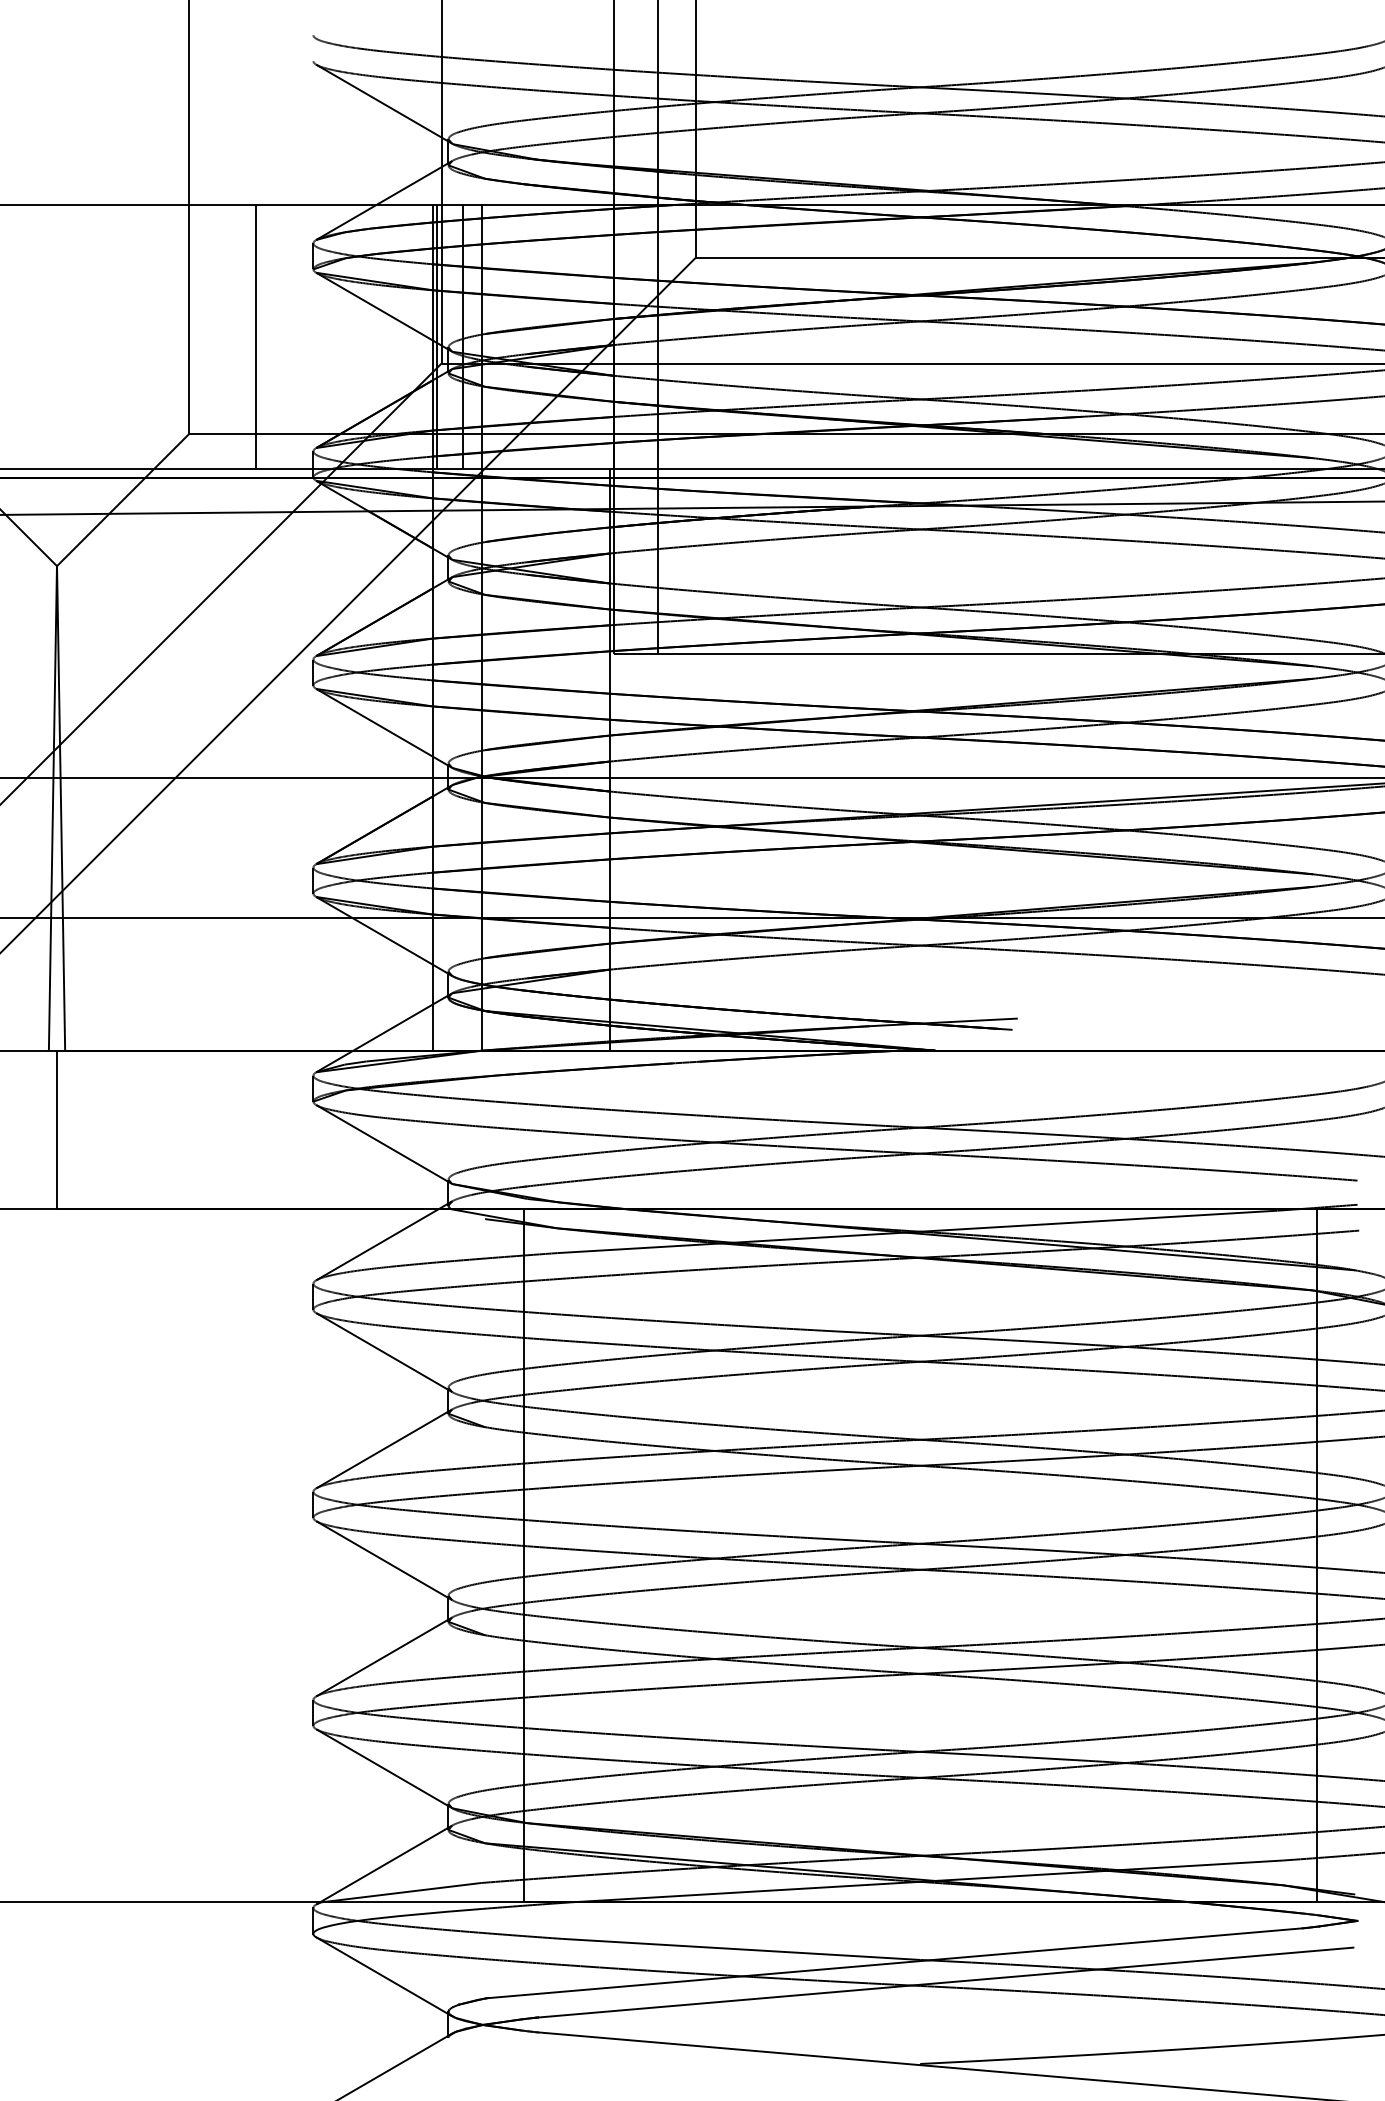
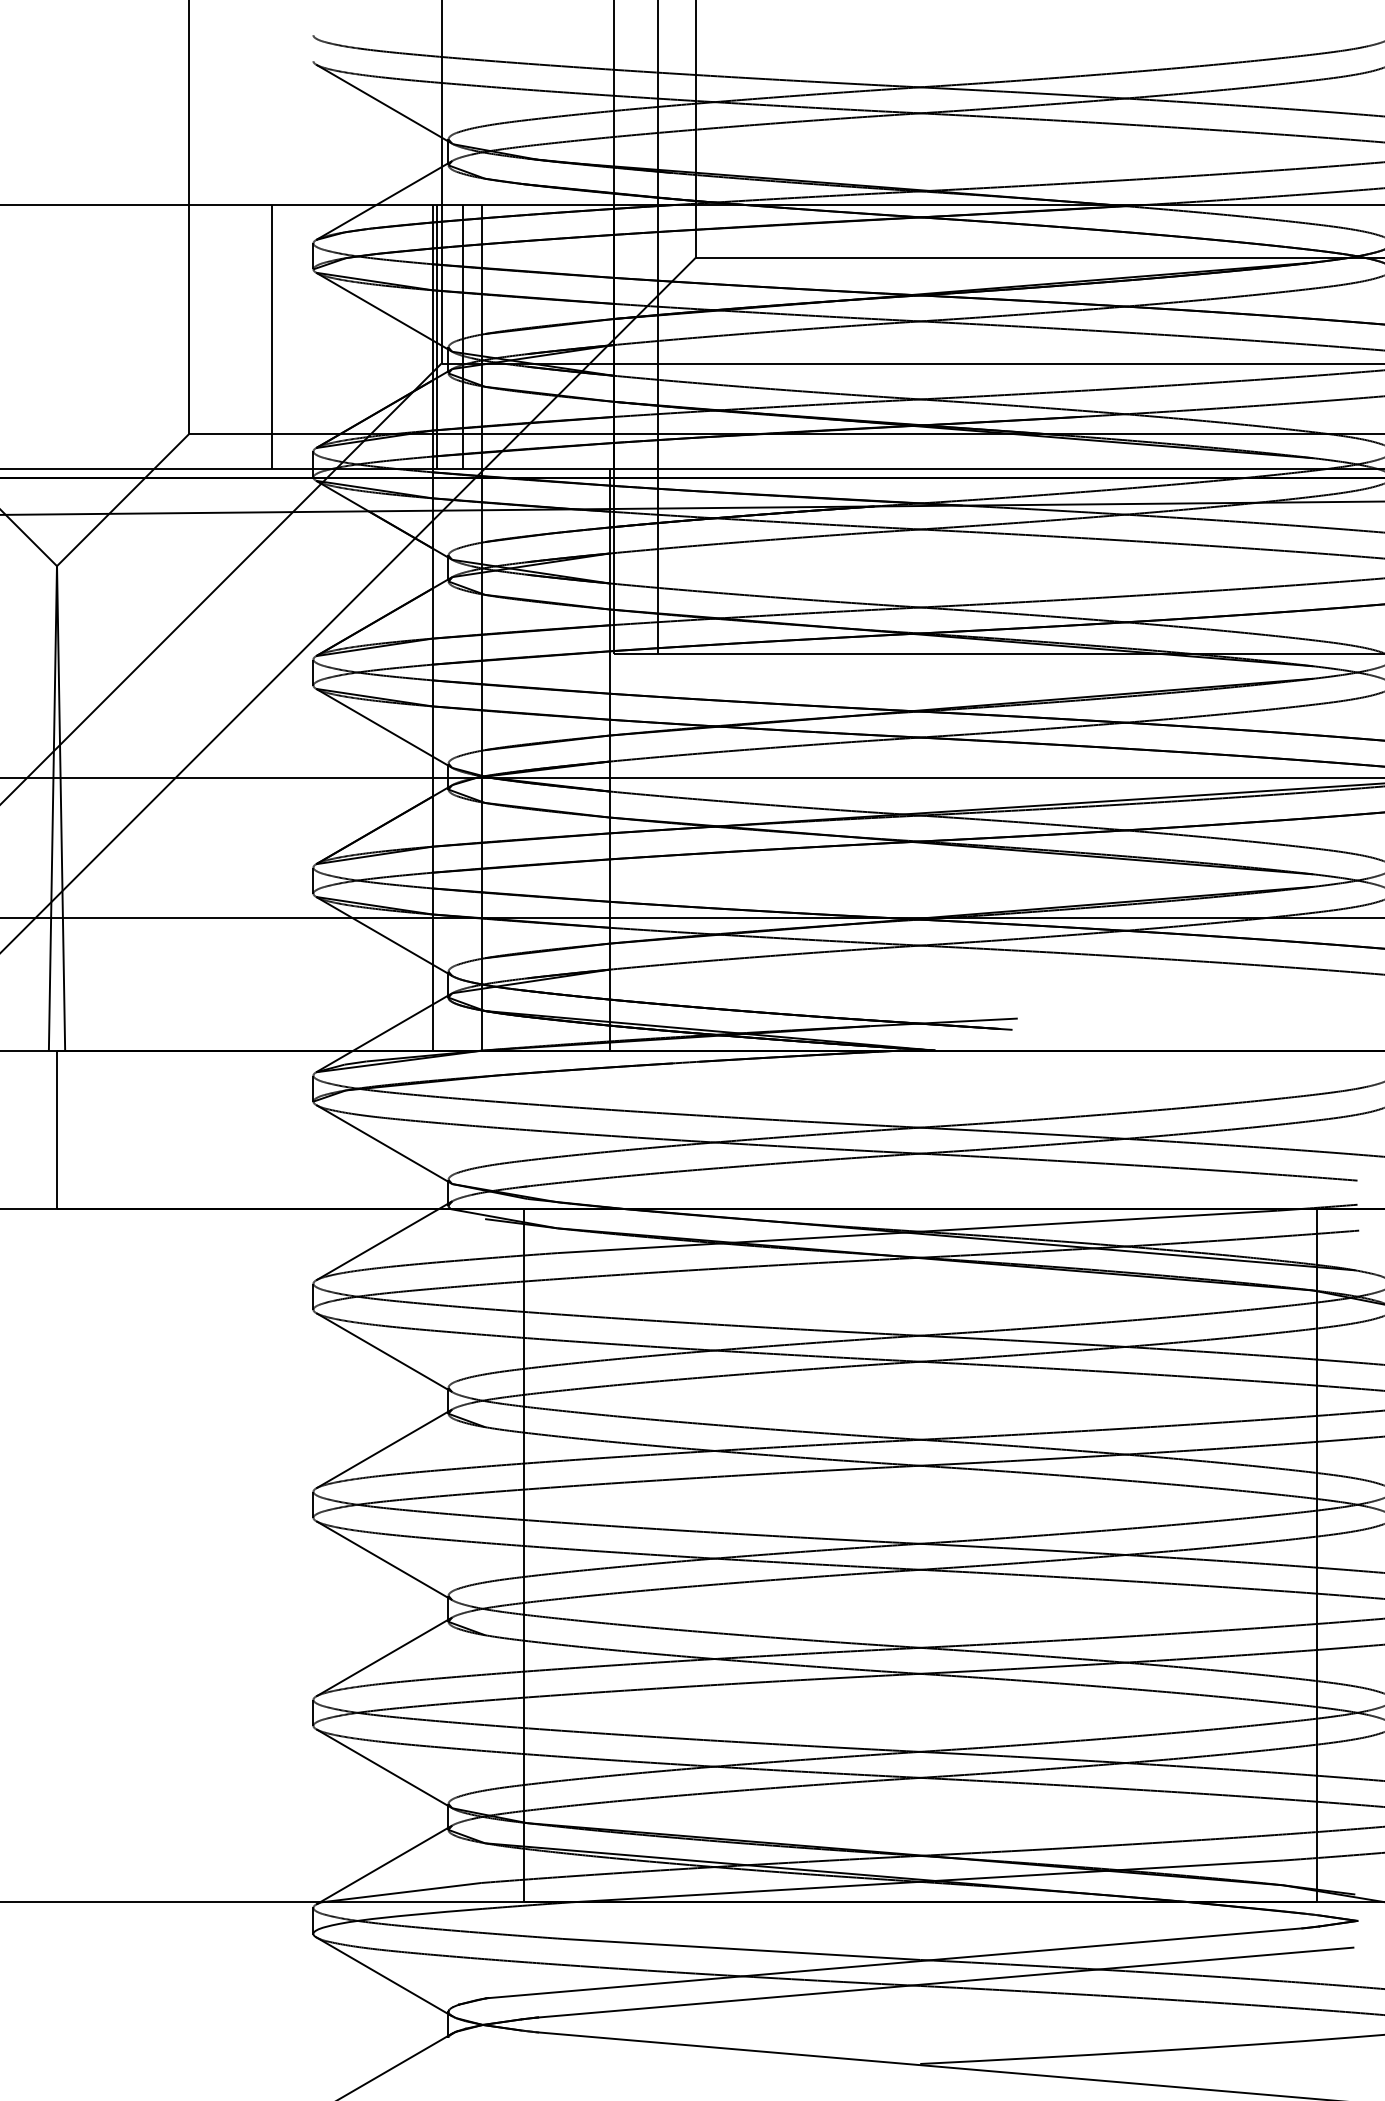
line at (256, 337) position: (256, 337) -> (272, 337)
